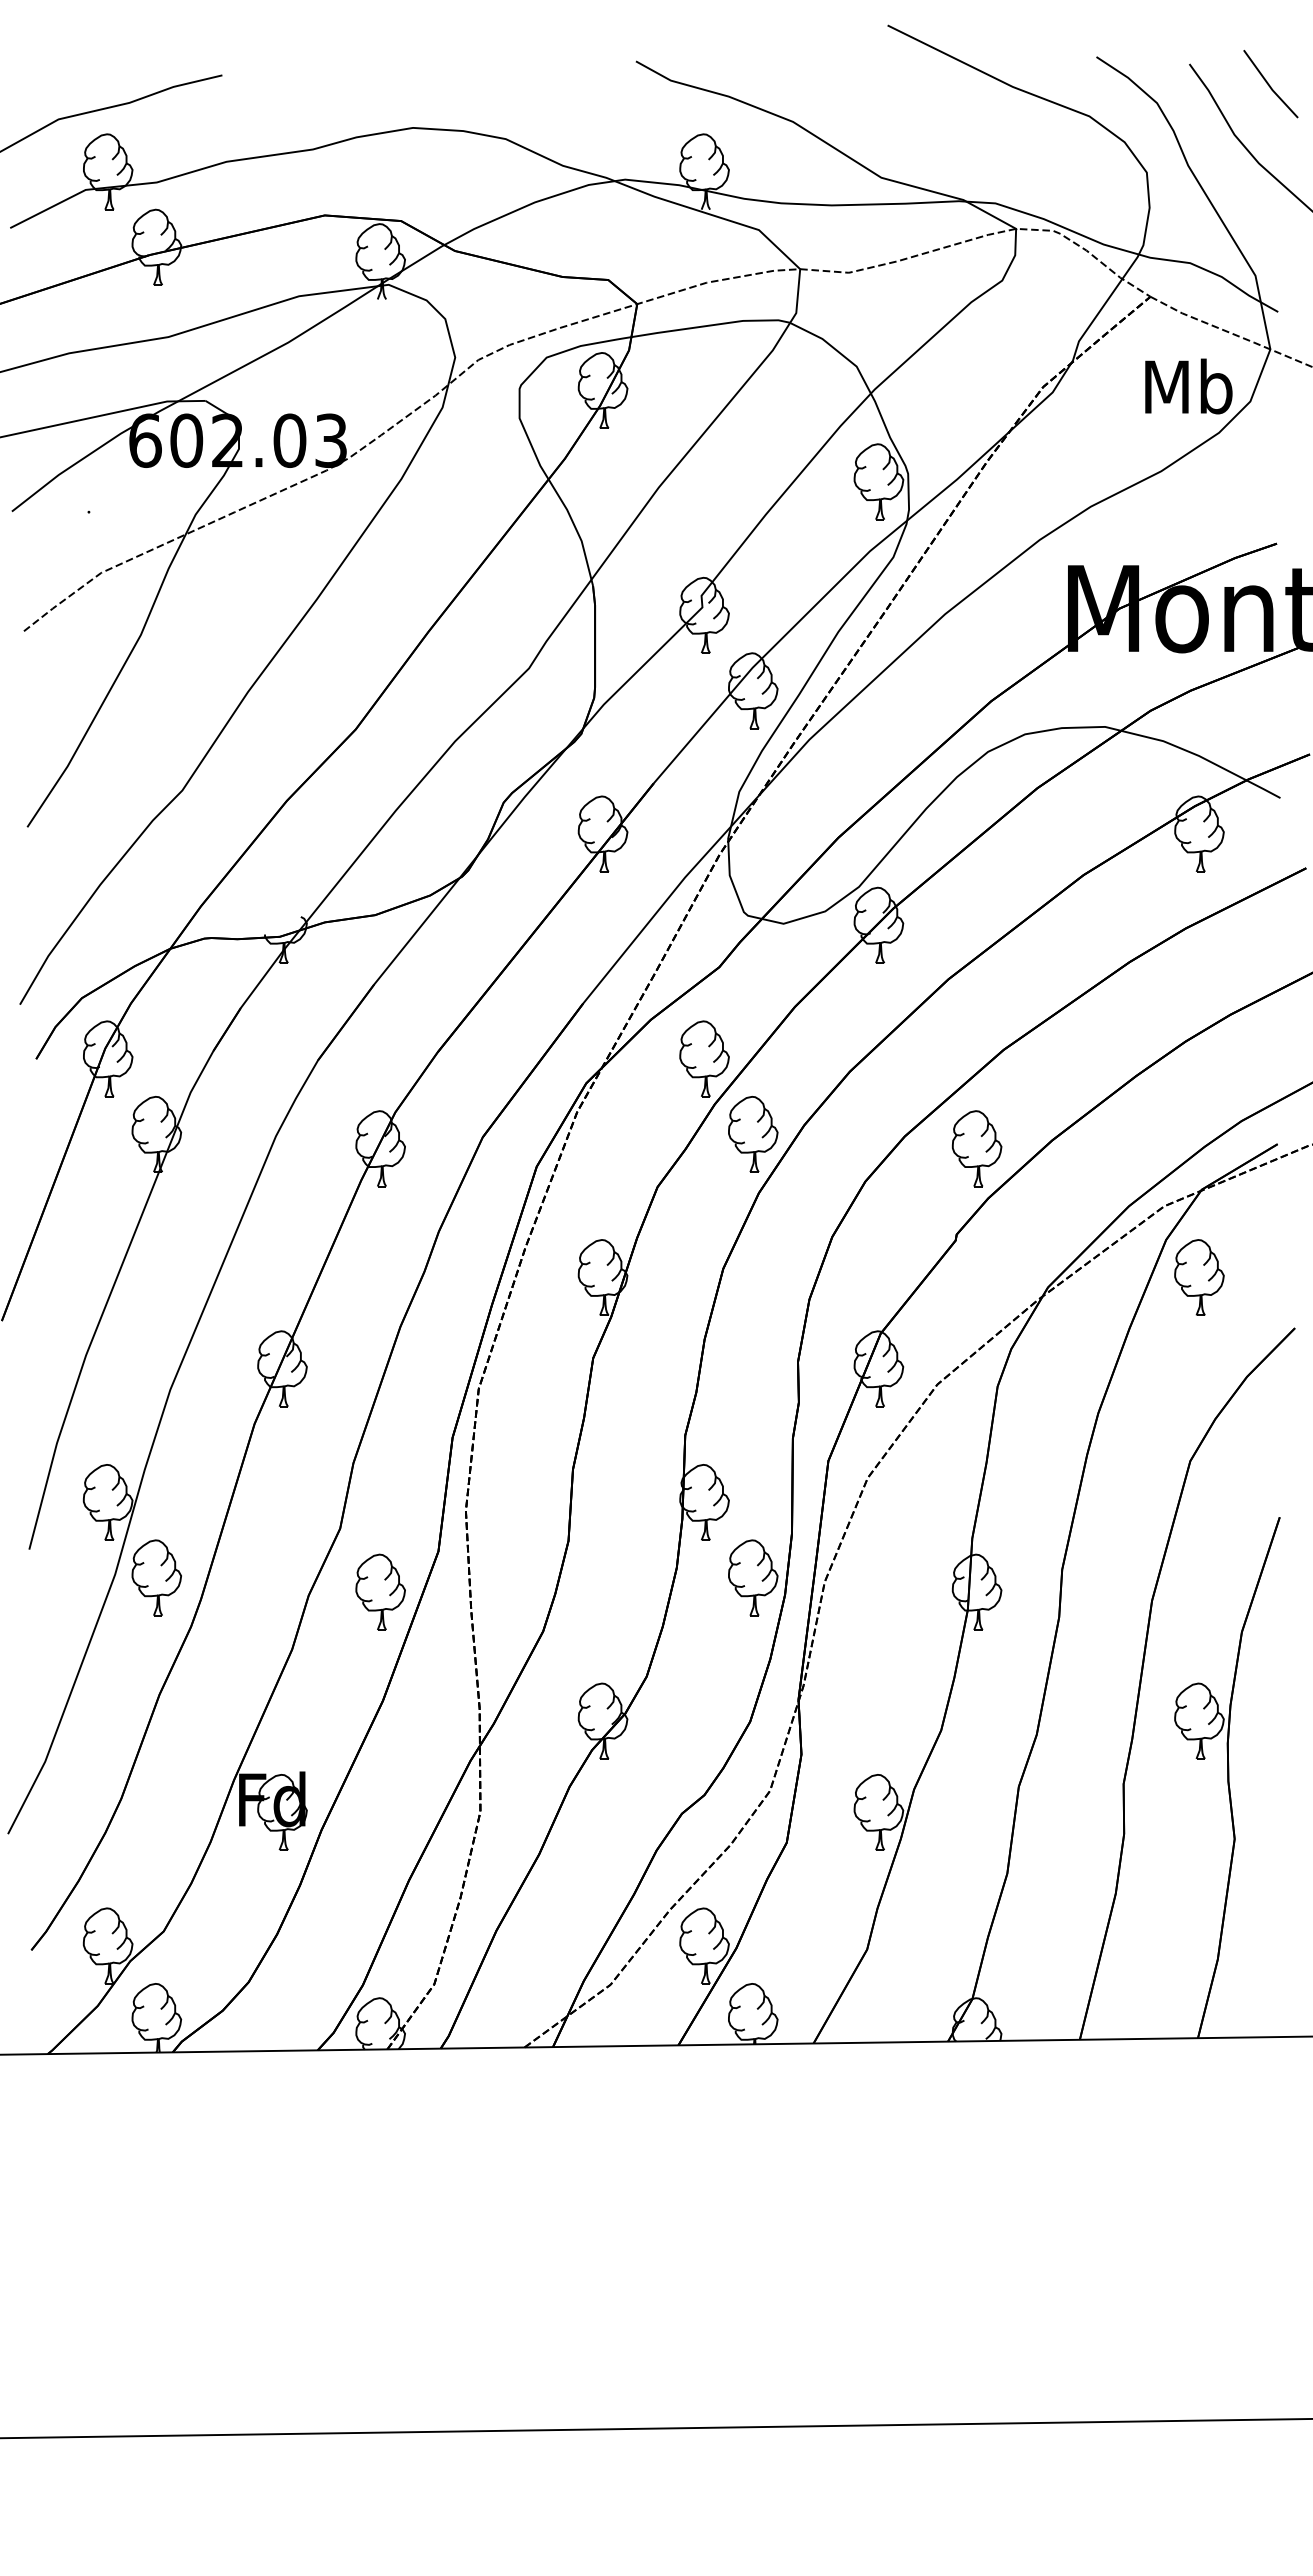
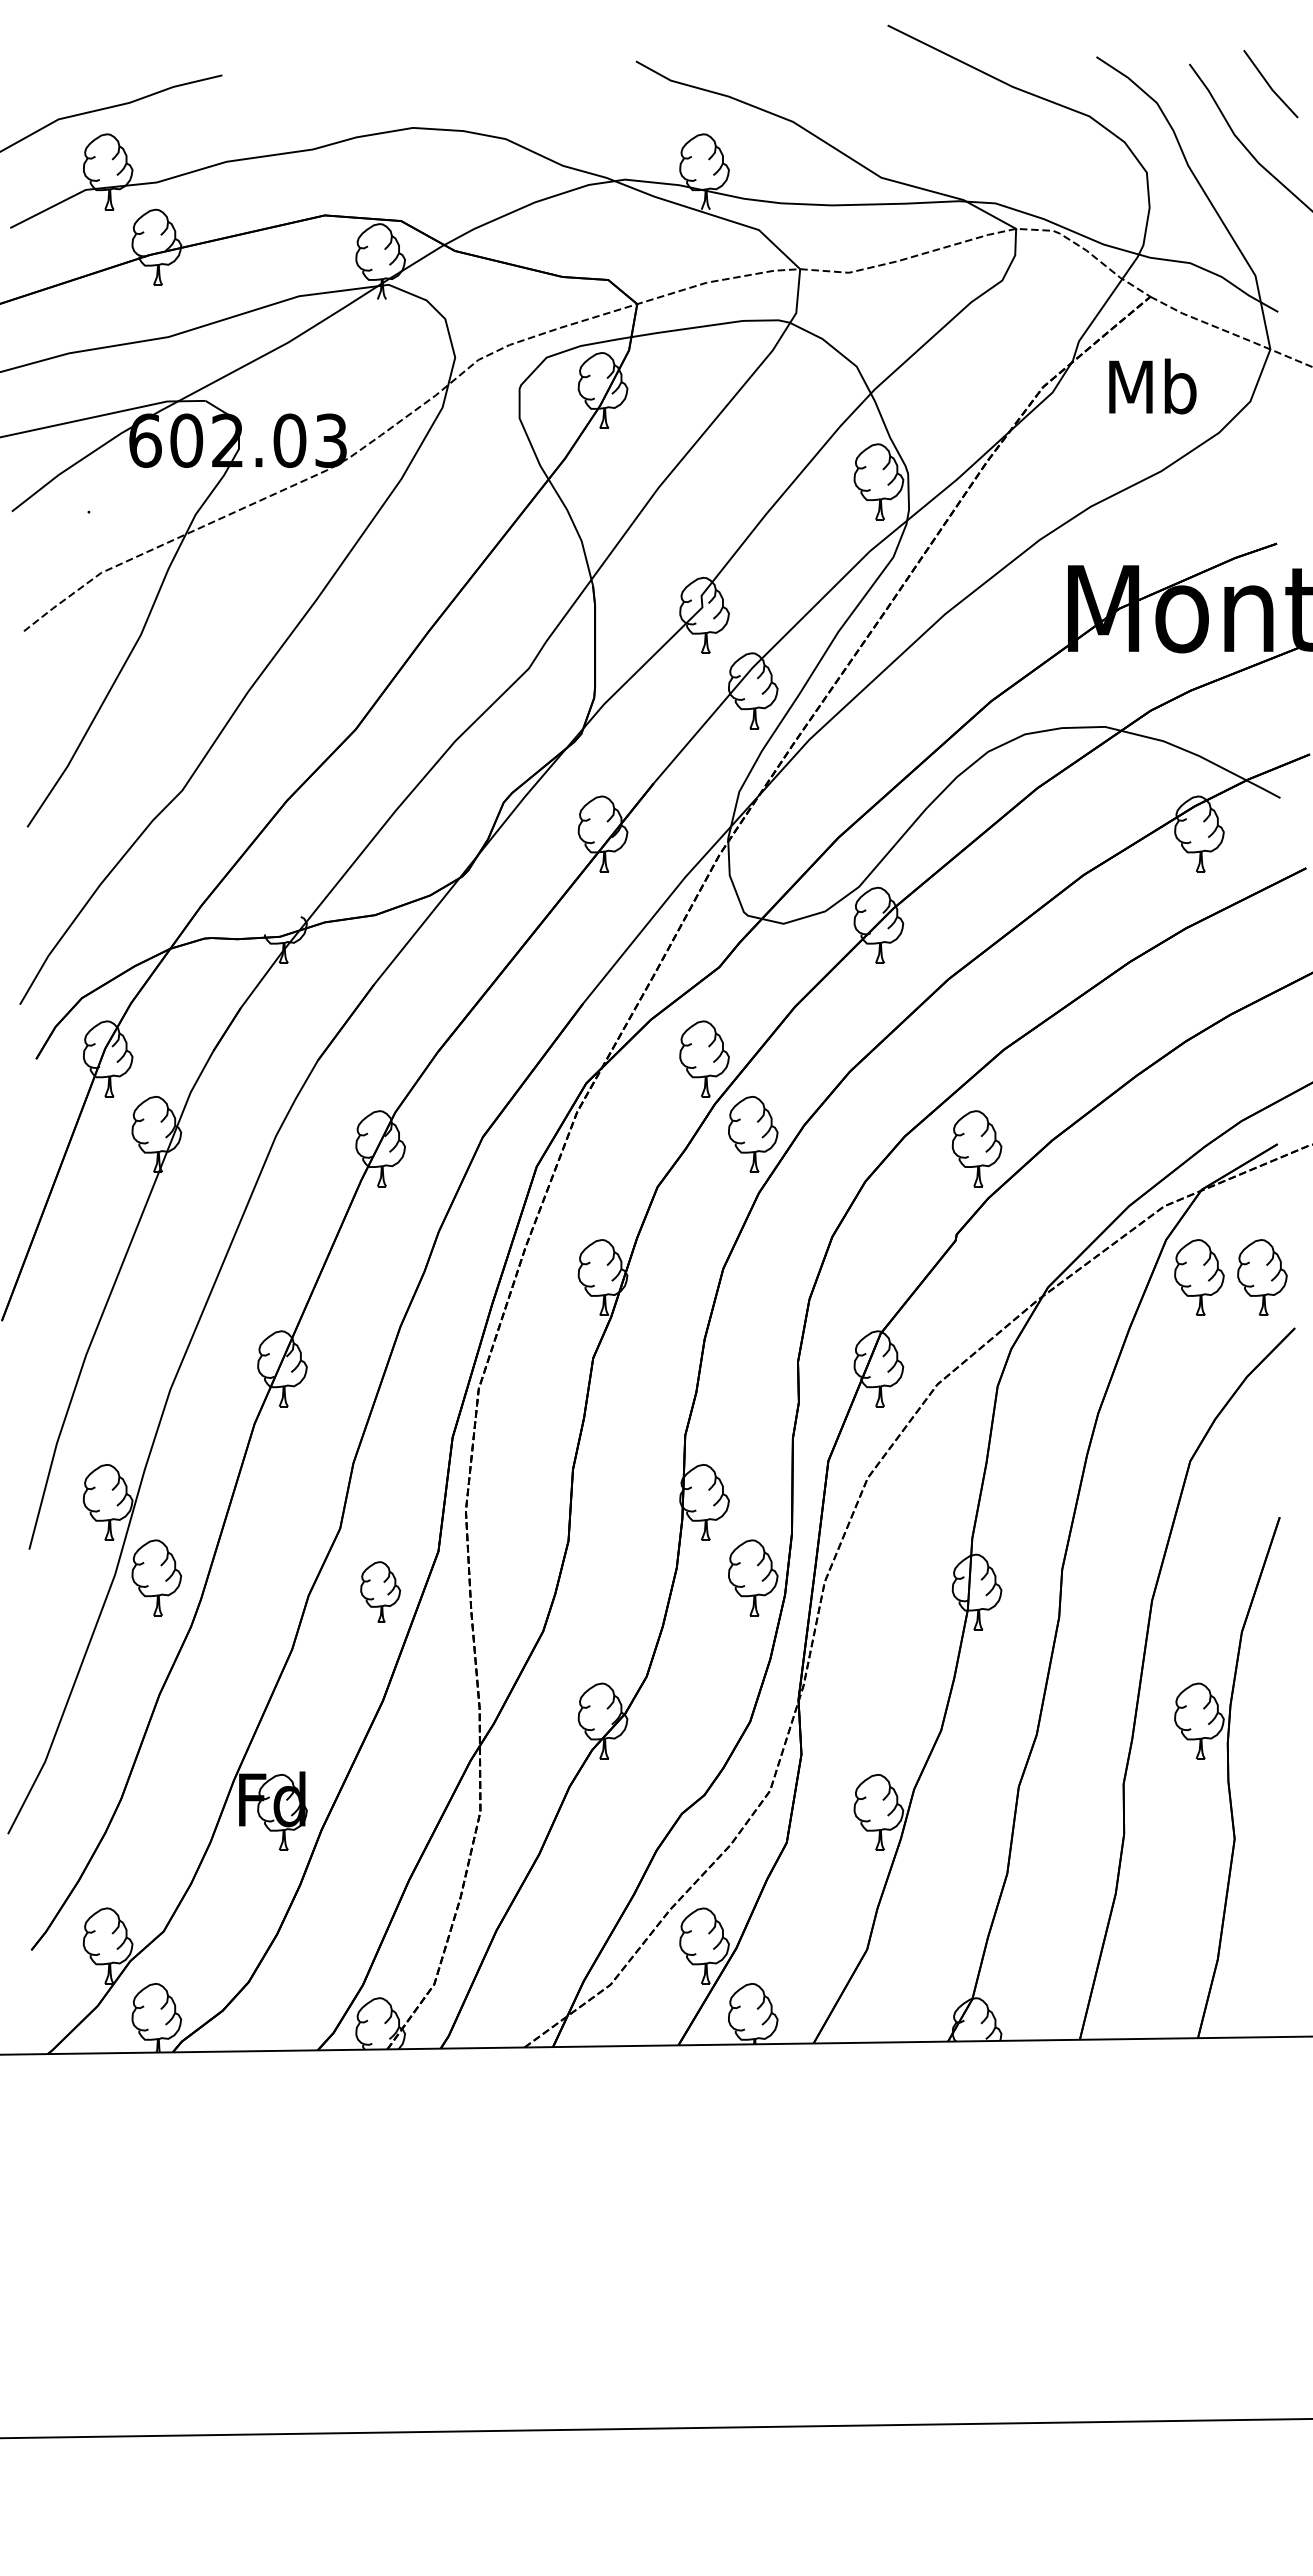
text at (1188, 386) position: (1188, 386) -> (1152, 386)
part at (1262, 1277): none -> present
part at (380, 1591) size: 51x78 px -> 41x62 px
